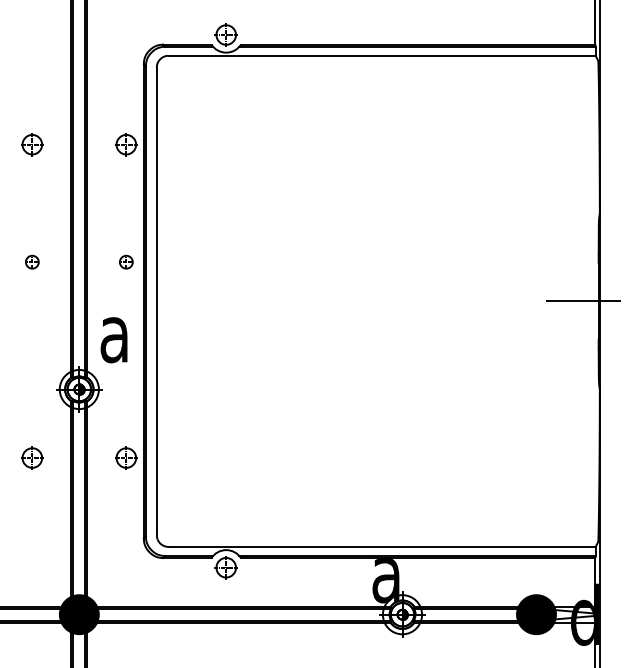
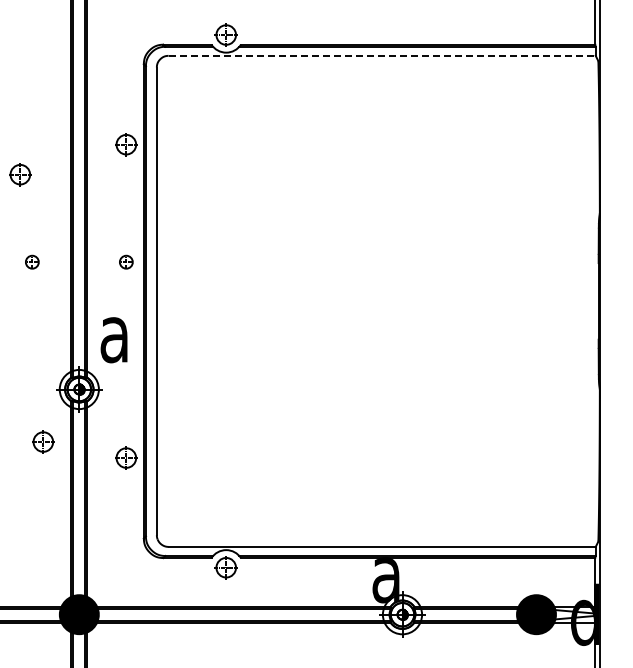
line at (382, 55): solid -> dashed
part at (32, 144) position: (32, 144) -> (20, 174)
line at (587, 301): present -> none
part at (32, 457) position: (32, 457) -> (43, 441)
